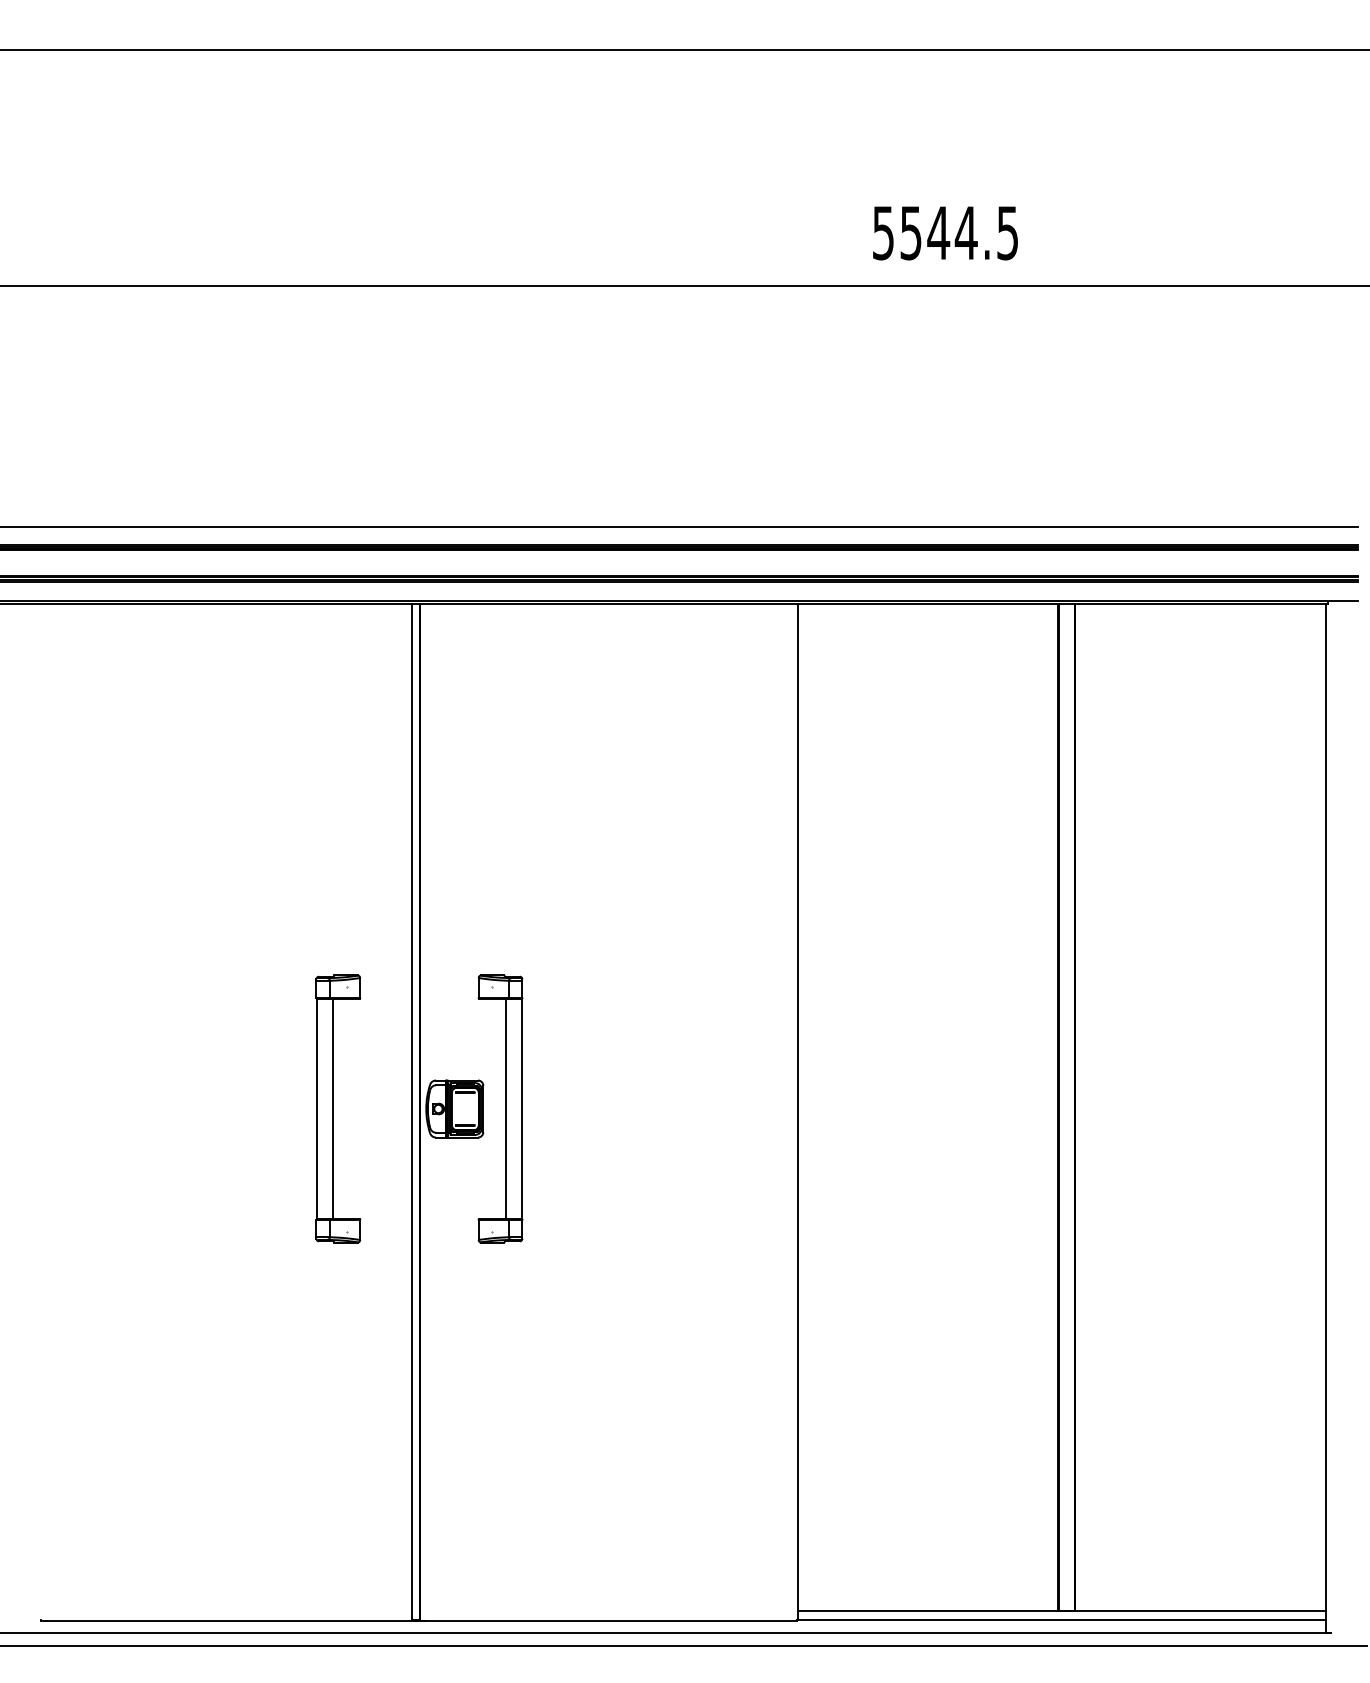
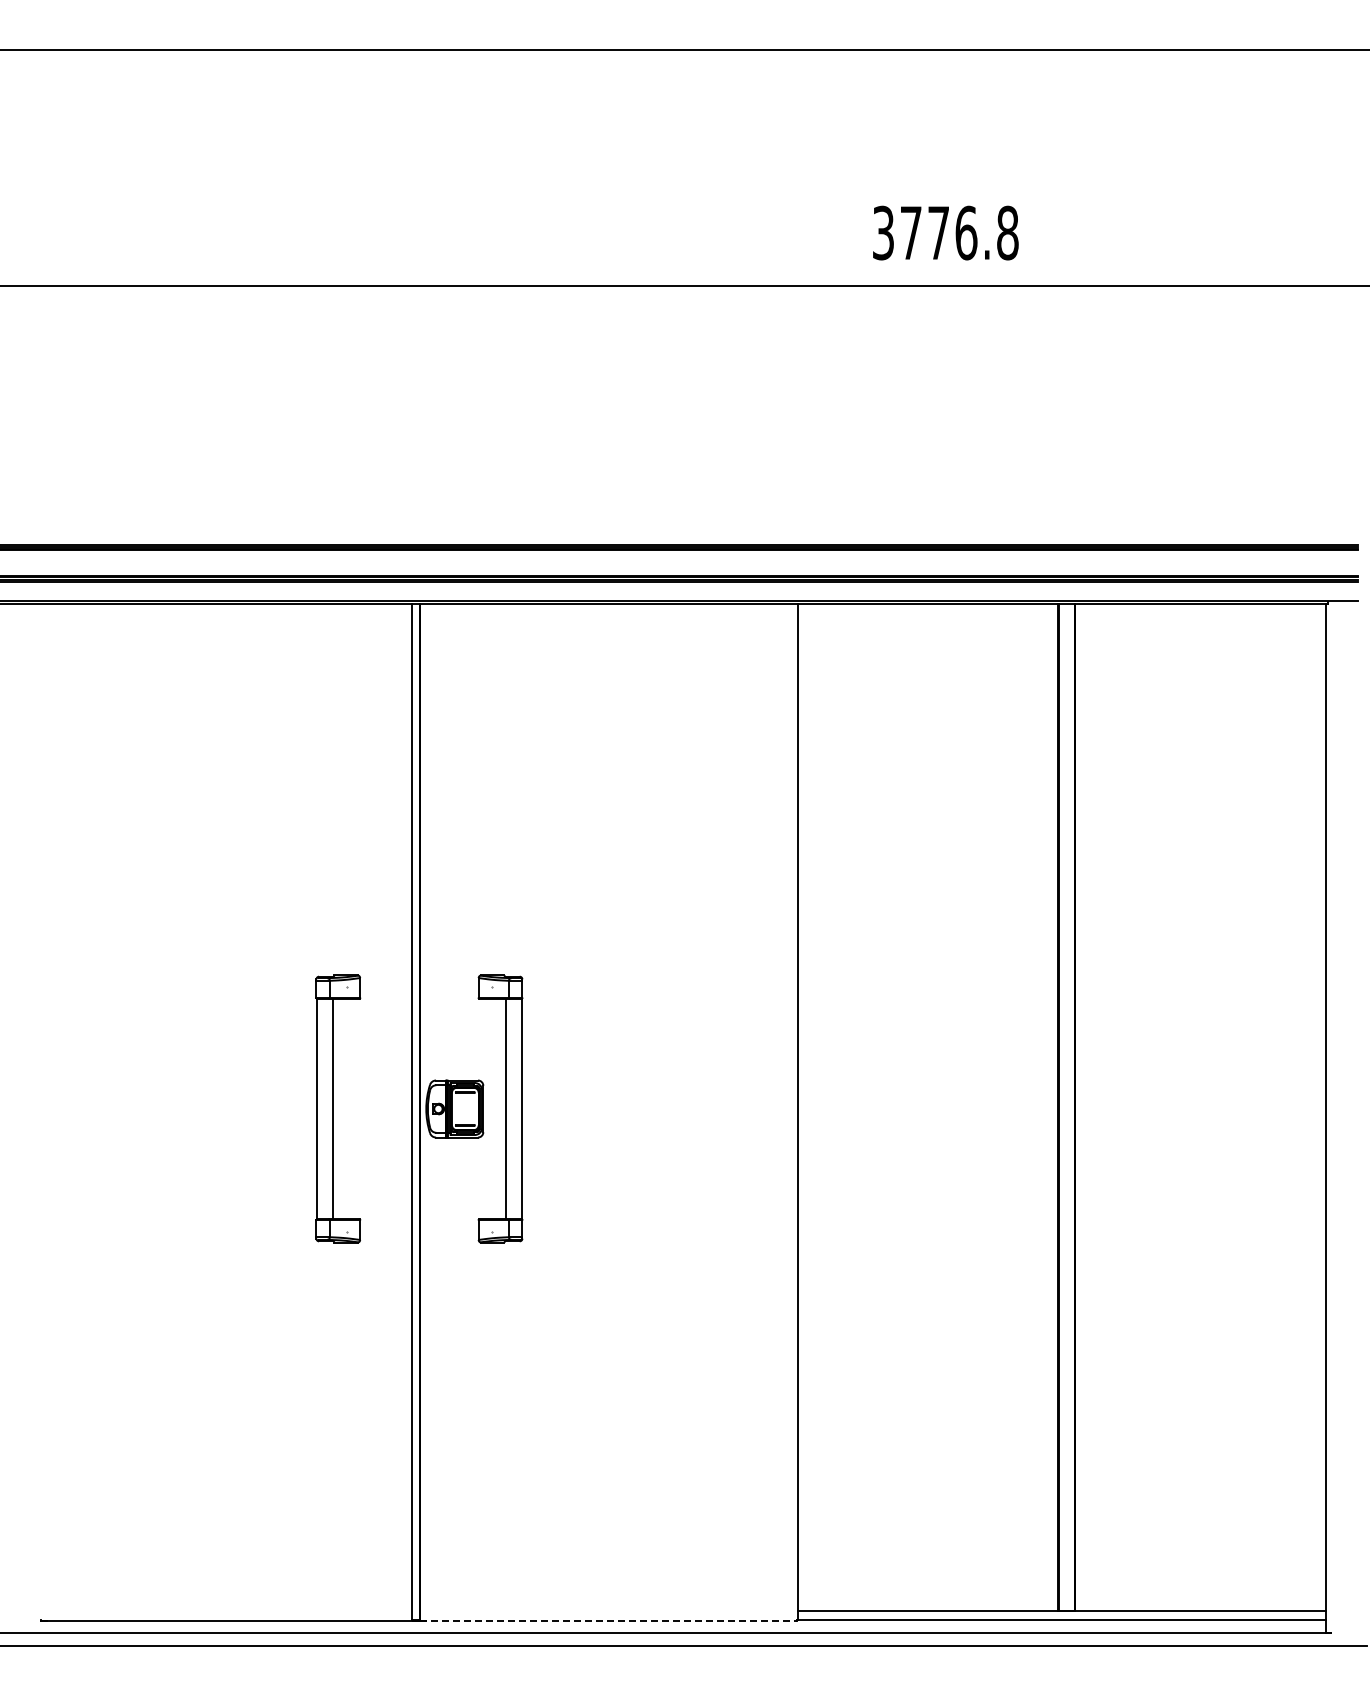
text at (945, 232): 5544.5 -> 3776.8
line at (680, 526): present -> none
line at (608, 1620): solid -> dashed
